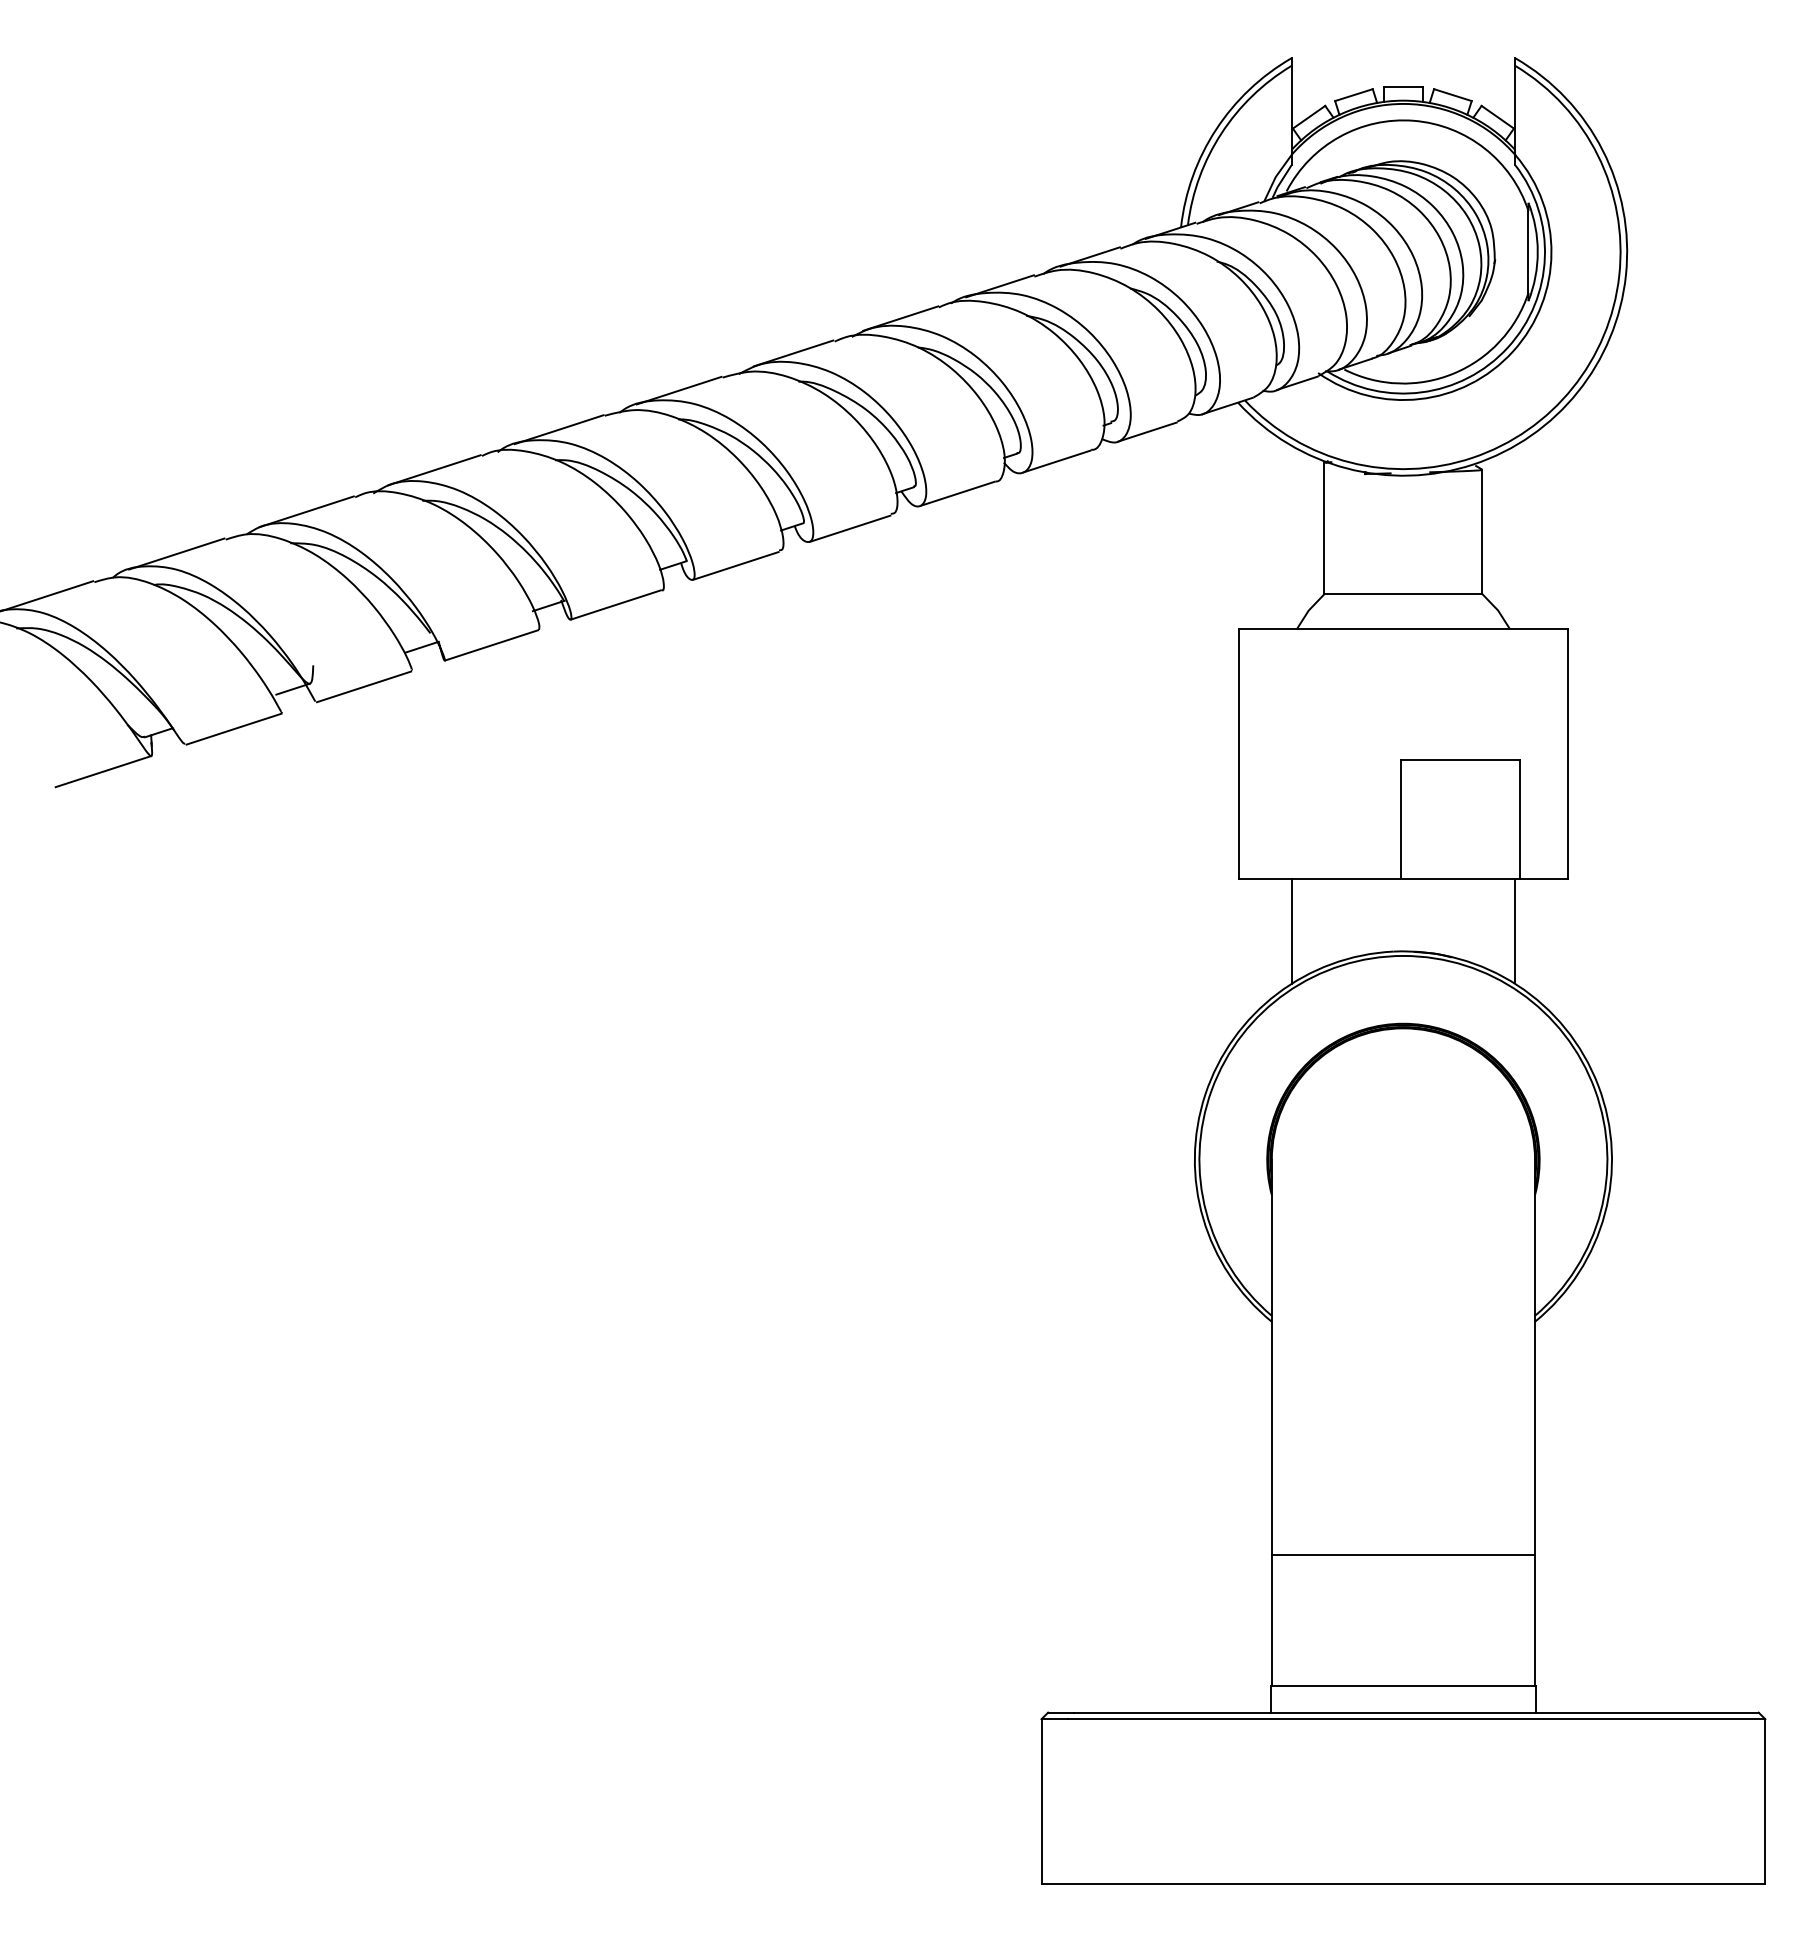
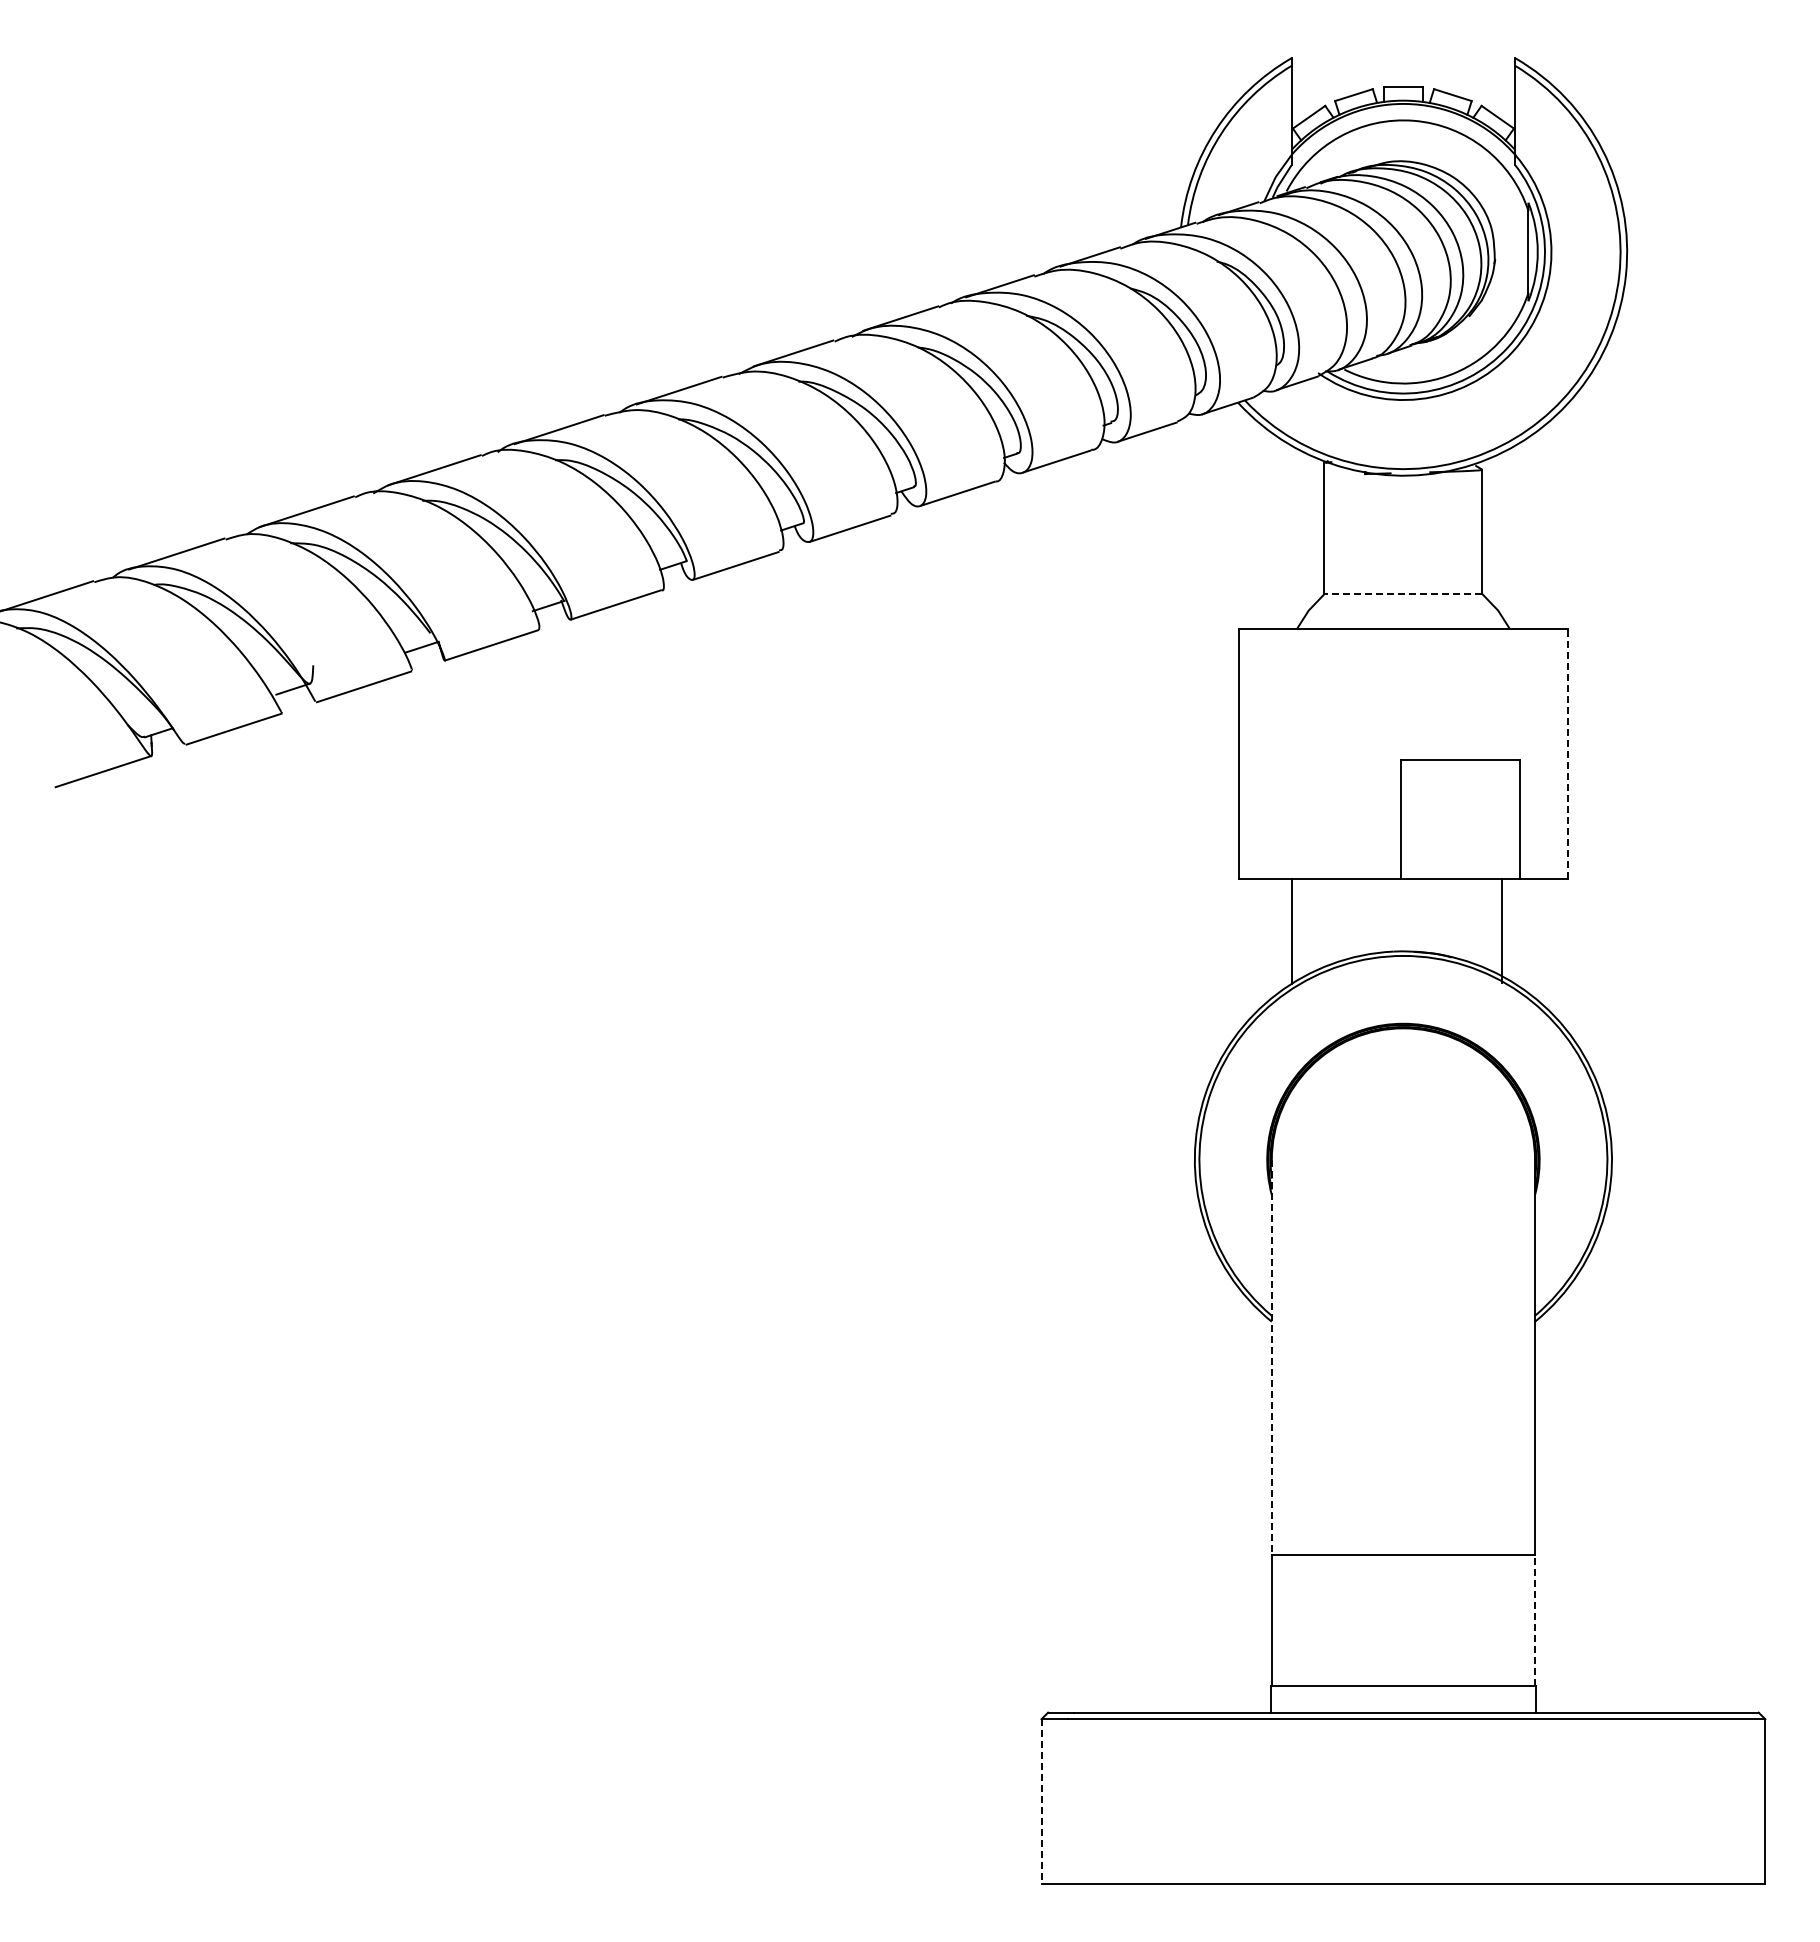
line at (1403, 594): solid -> dashed
line at (1567, 753): solid -> dashed
line at (1515, 930) position: (1515, 930) -> (1502, 930)
line at (1271, 1357): solid -> dashed
line at (1535, 1620): solid -> dashed
line at (1041, 1801): solid -> dashed
